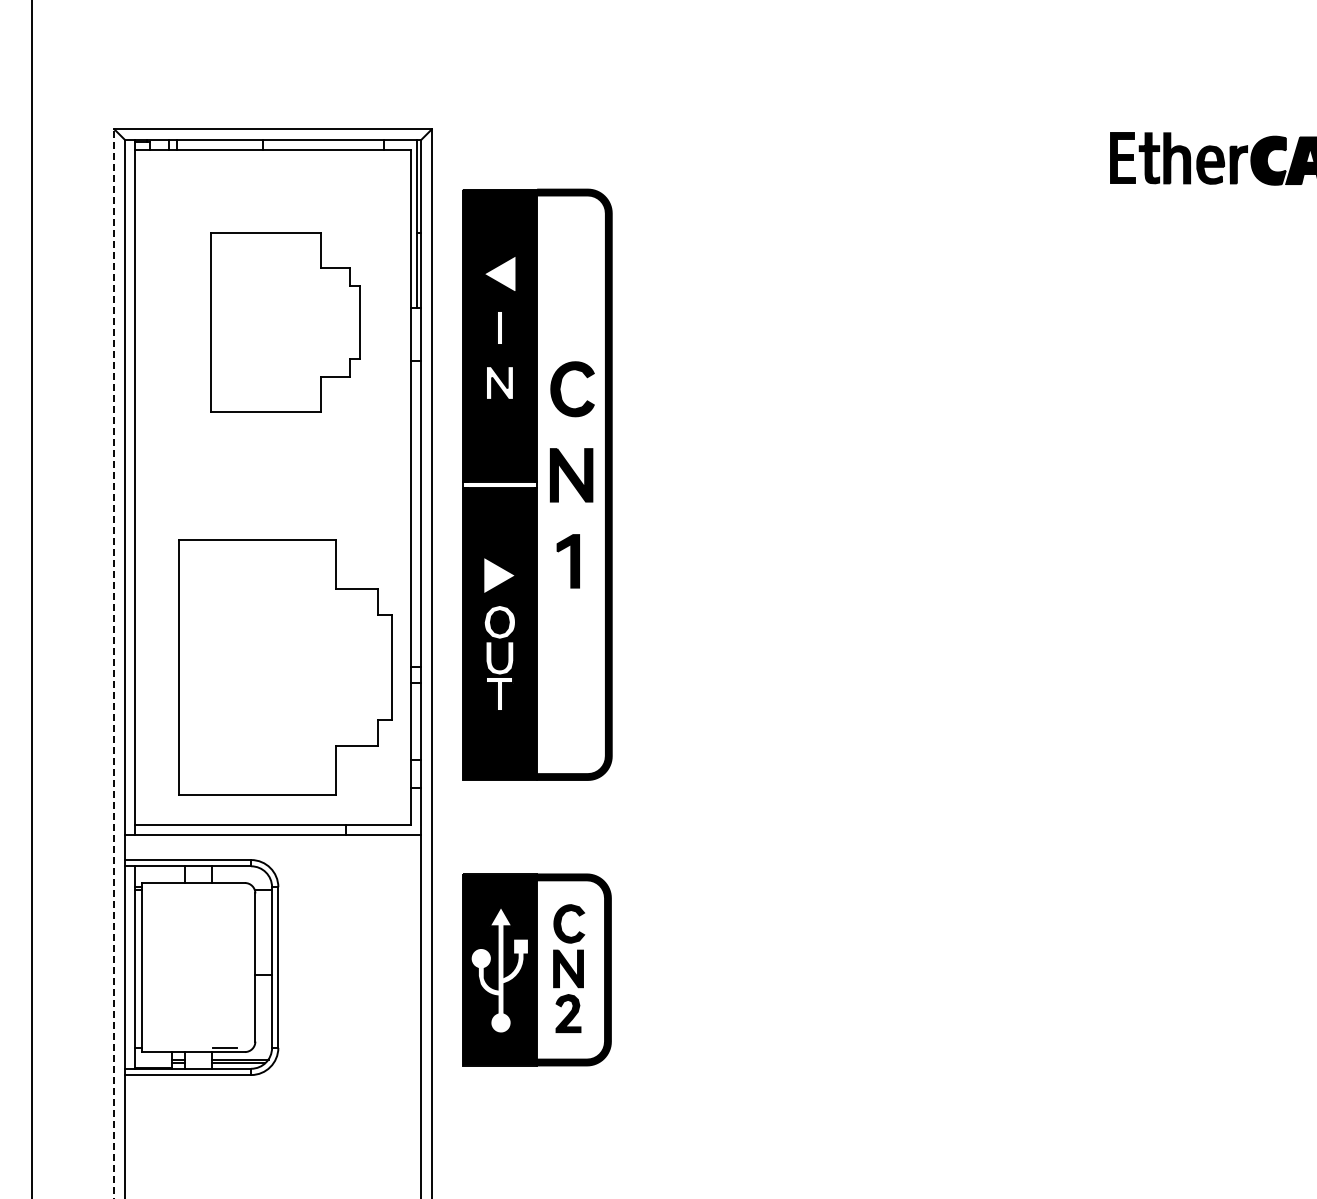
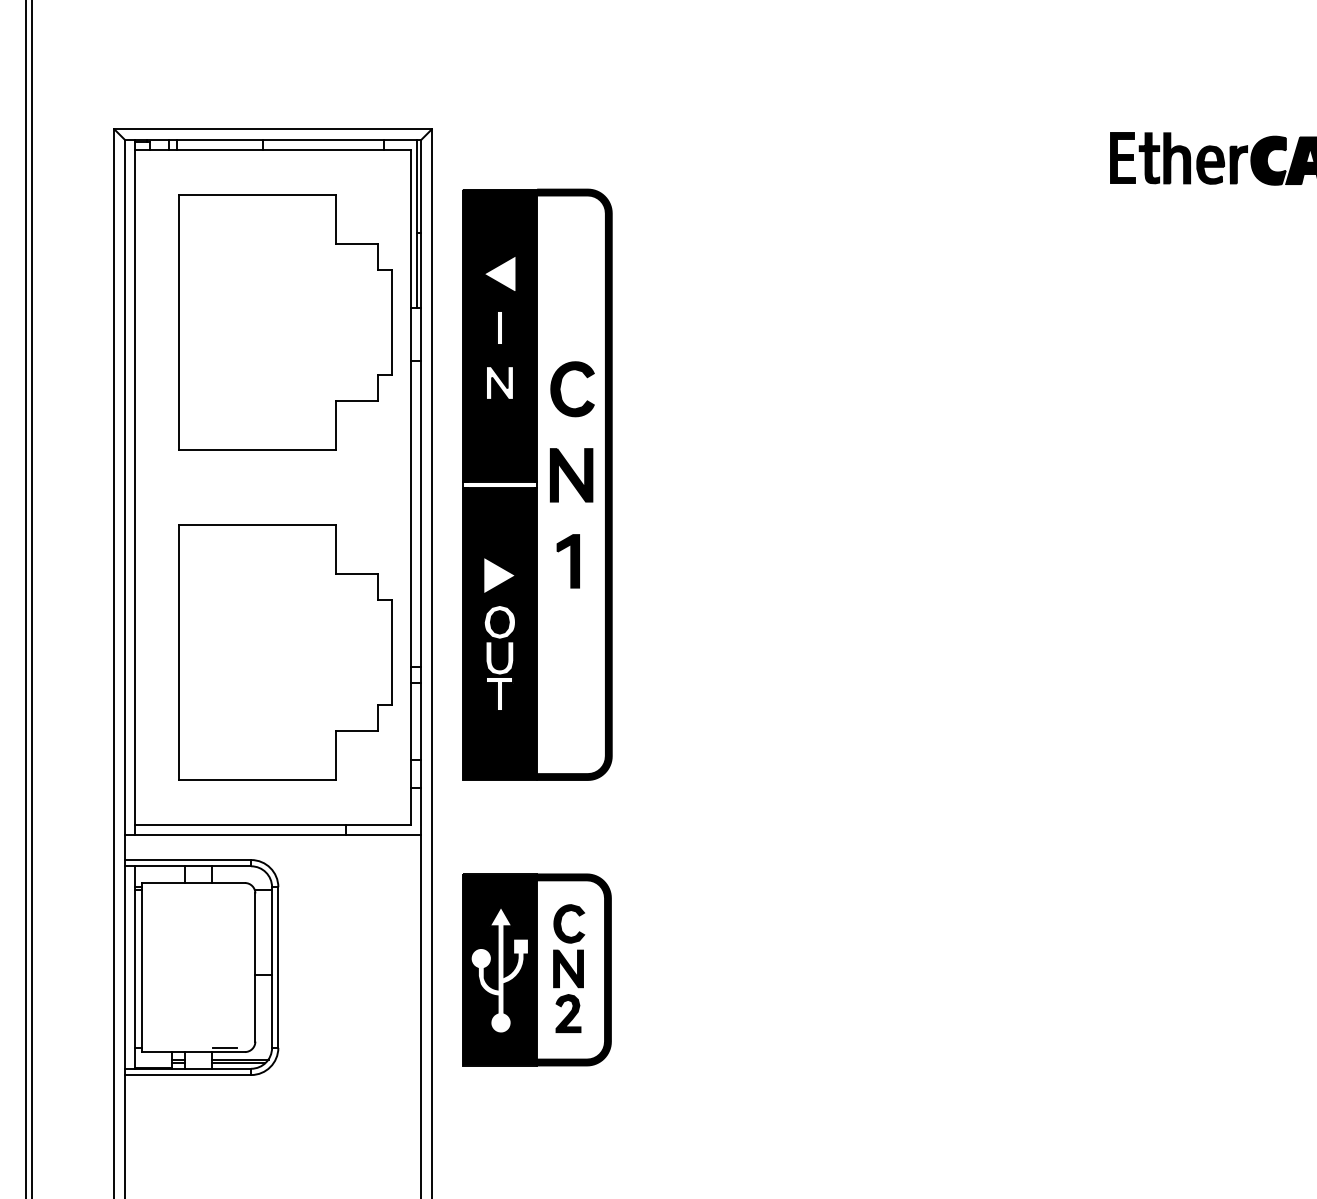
part at (285, 322) size: 151x181 px -> 215x257 px
line at (25, 598): none -> present
line at (114, 663): dashed -> solid
part at (285, 667) position: (285, 667) -> (285, 652)
